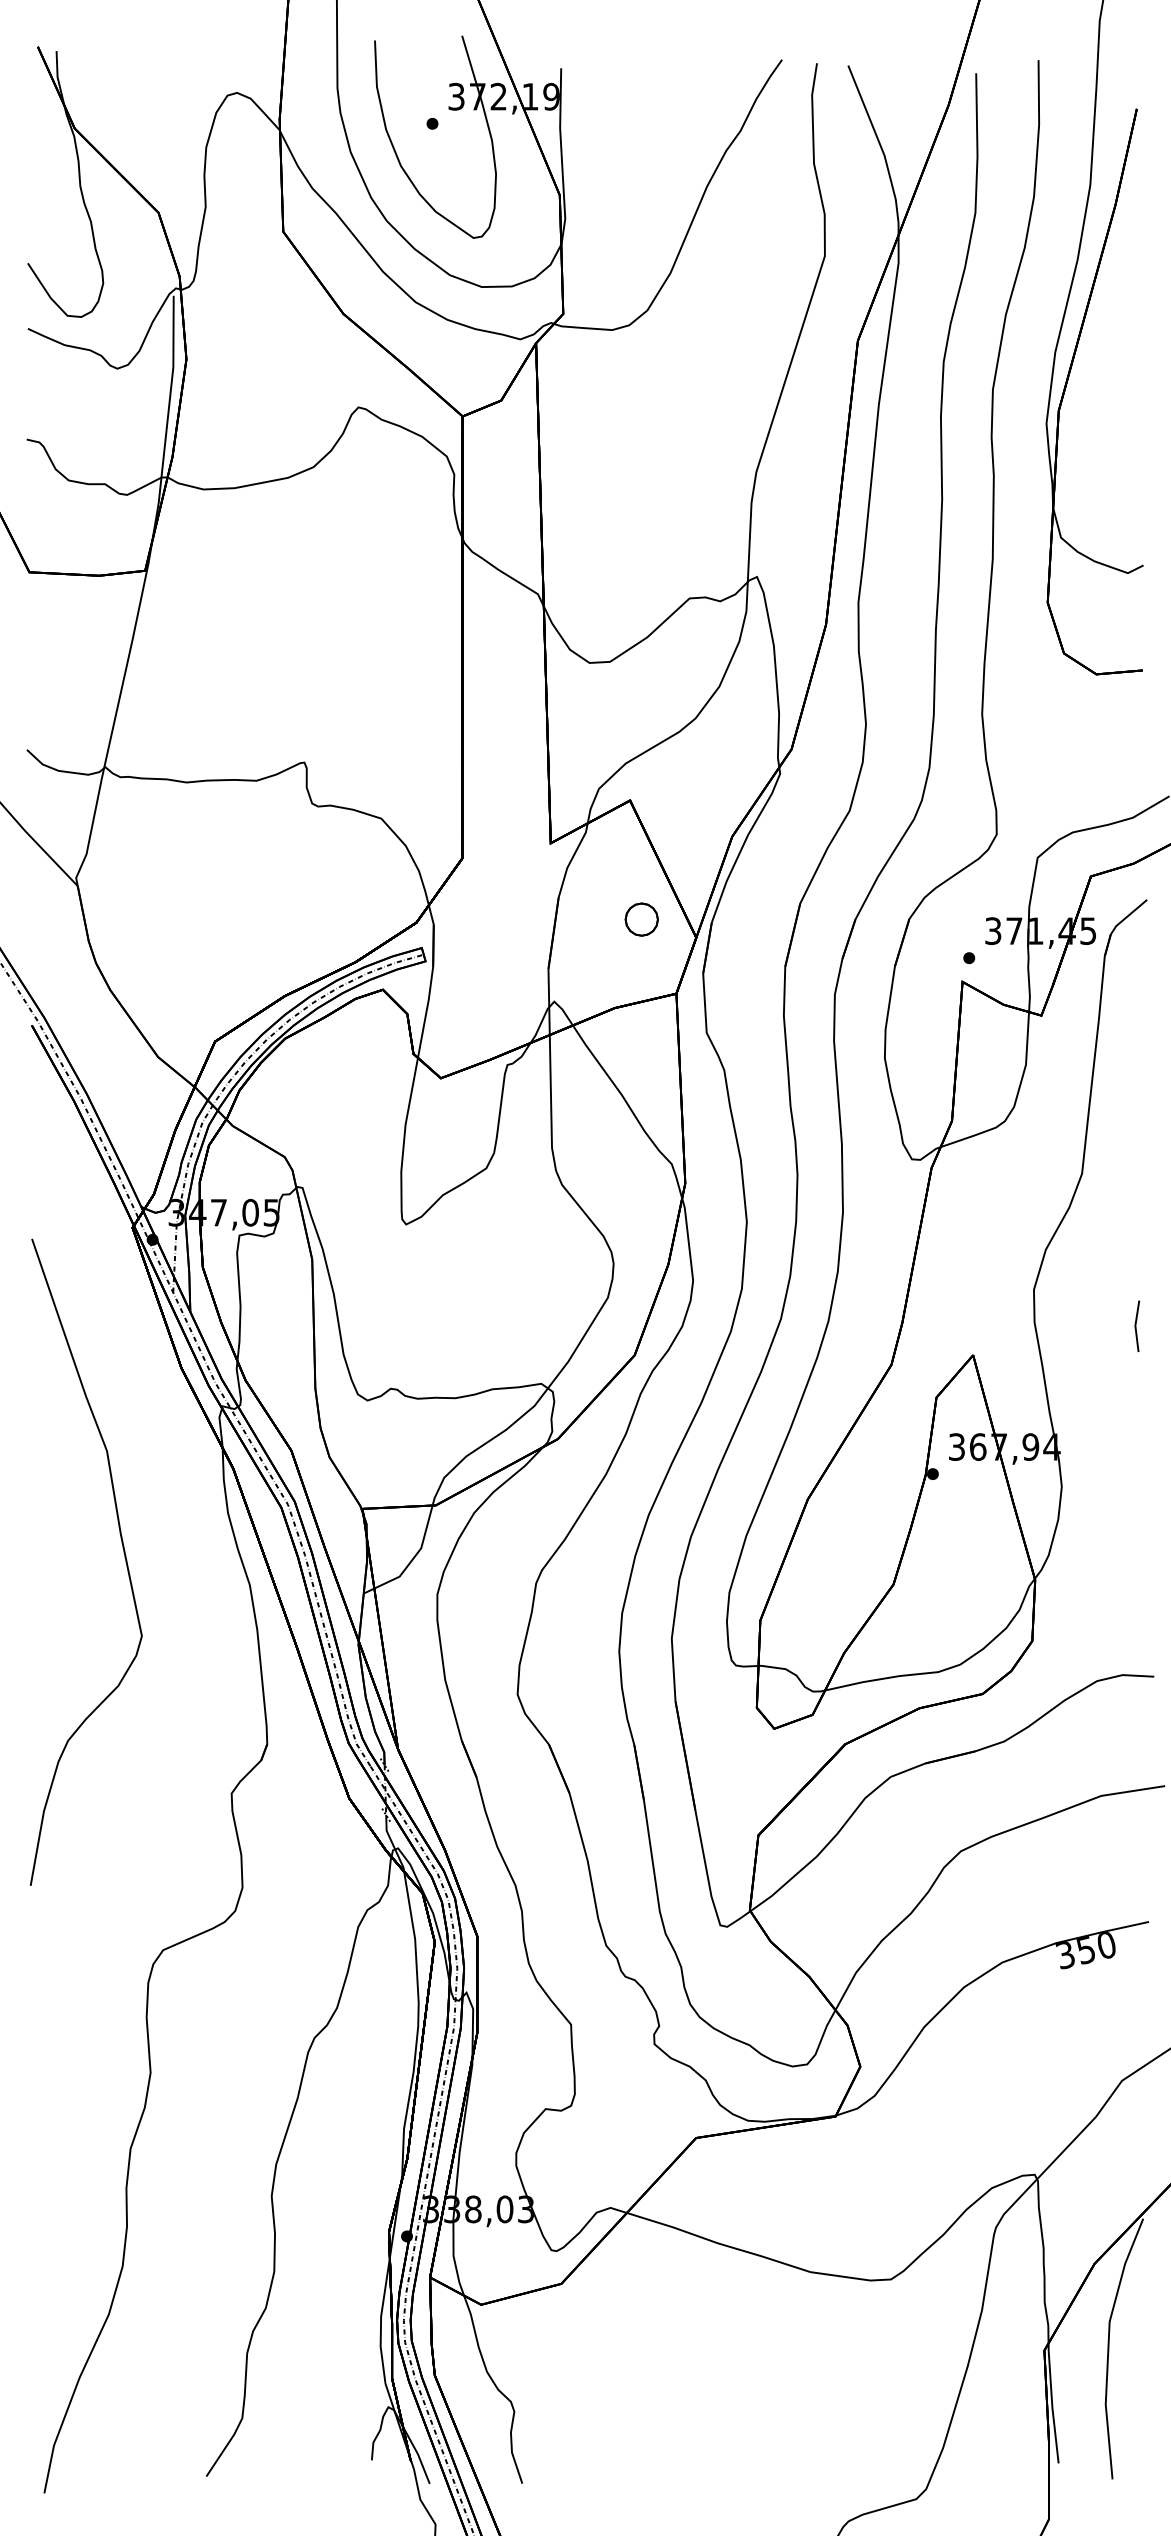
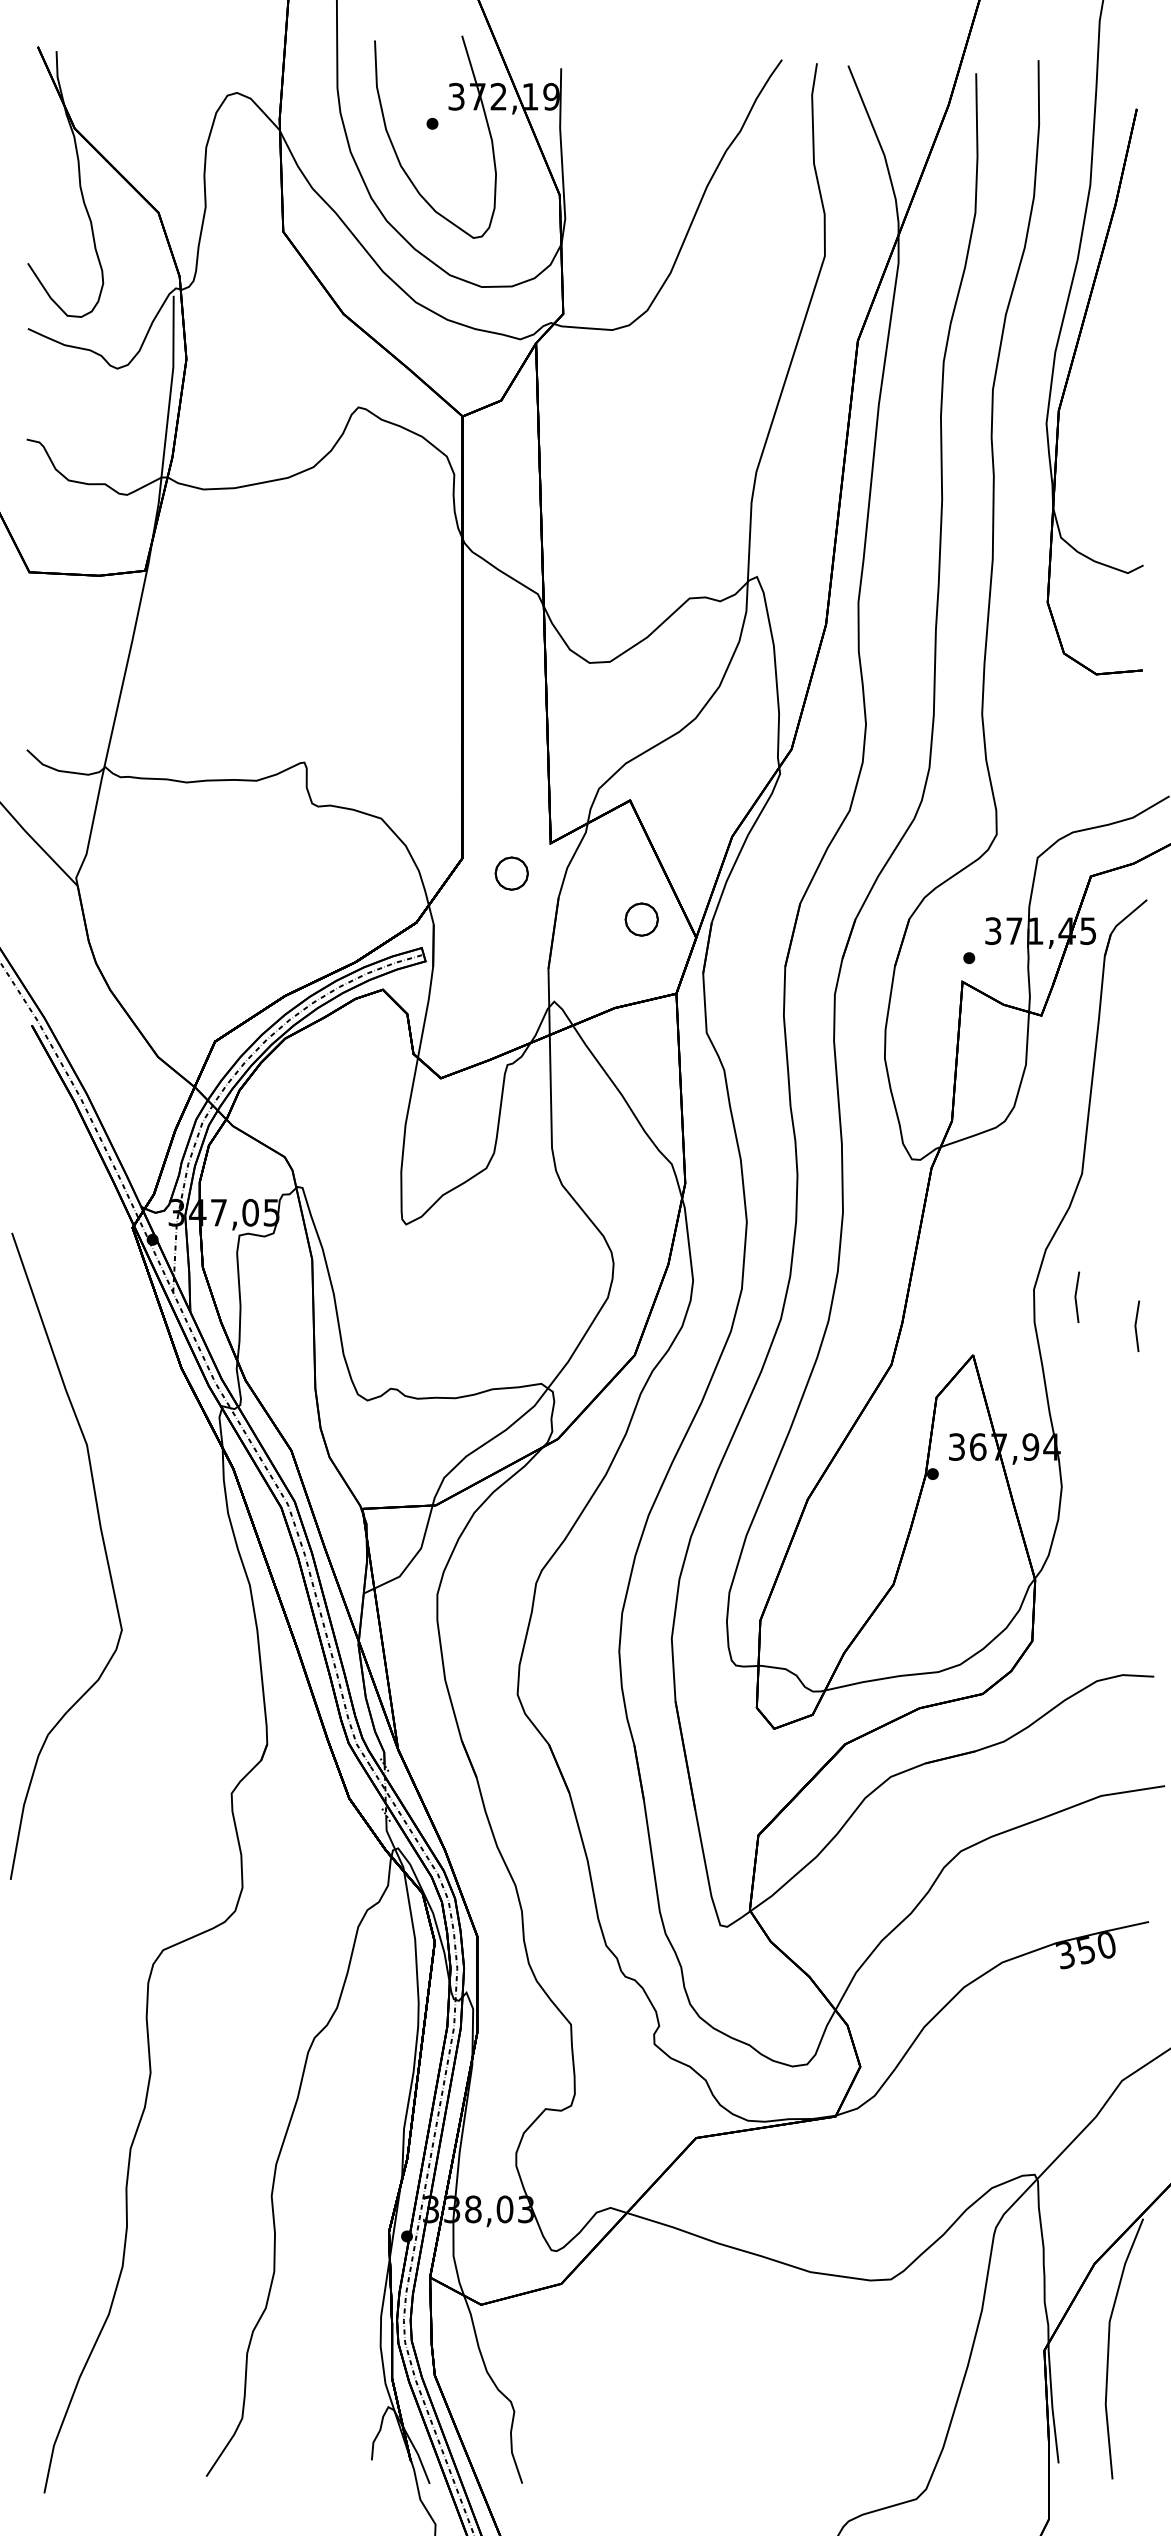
part at (511, 873): none -> present
line at (1076, 1296): none -> present
curve at (123, 1553) position: (123, 1553) -> (103, 1547)
